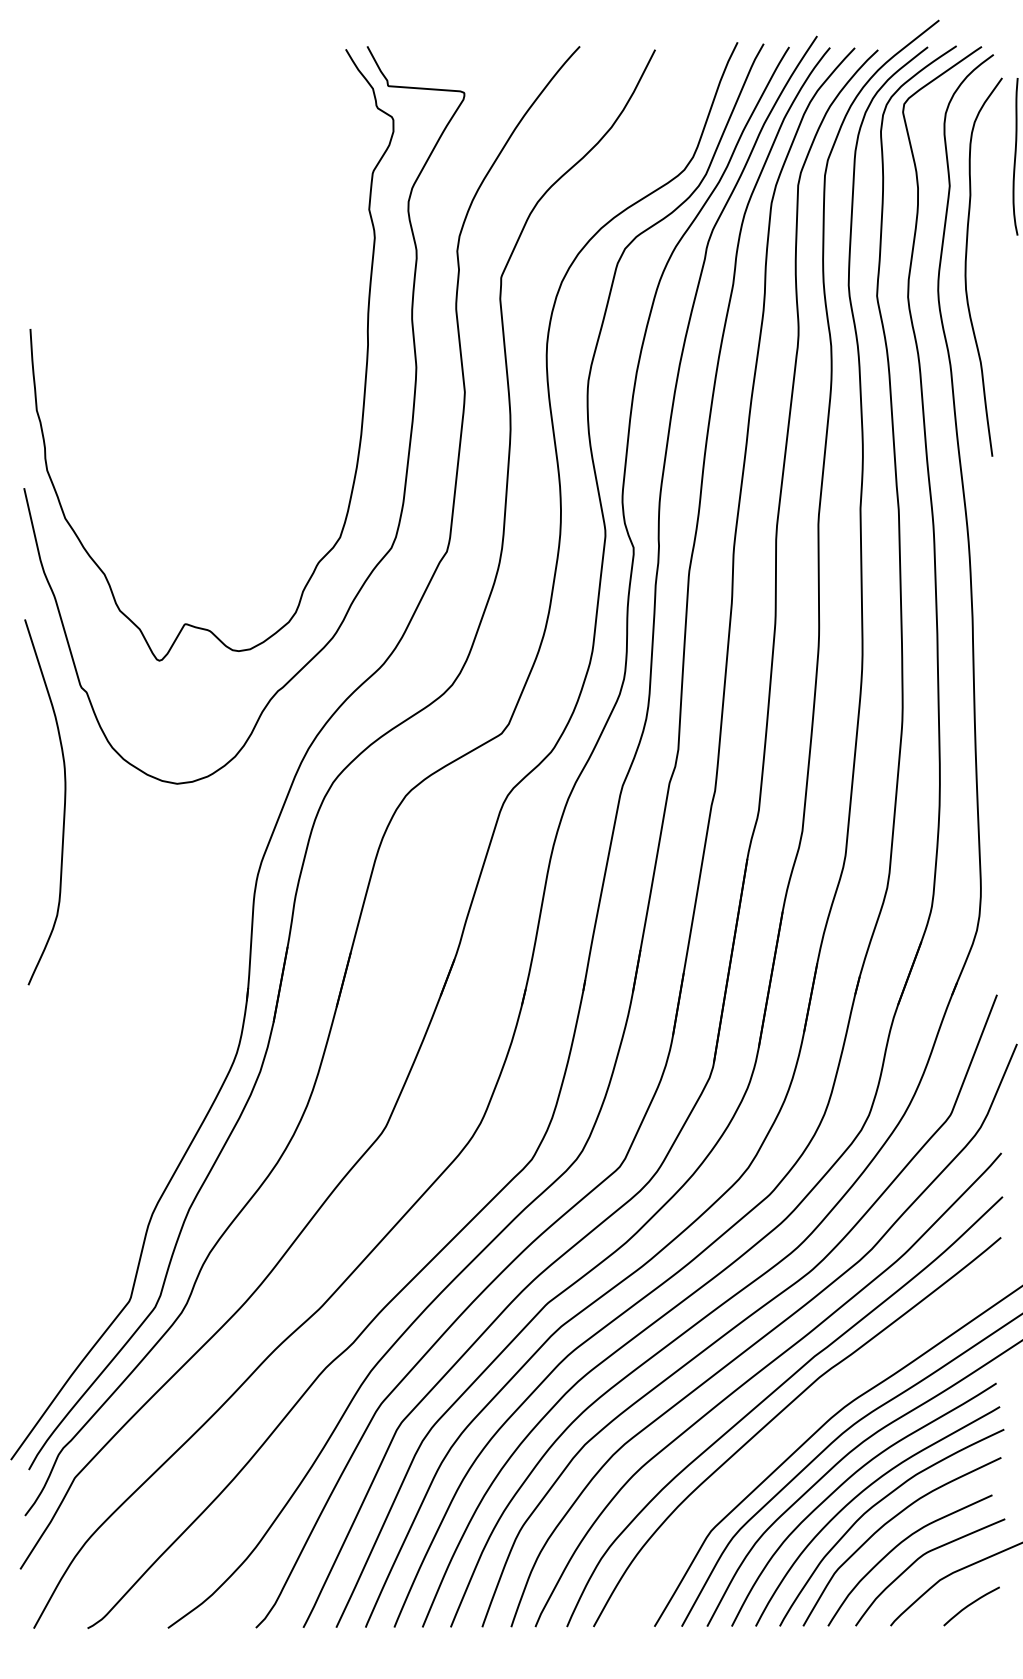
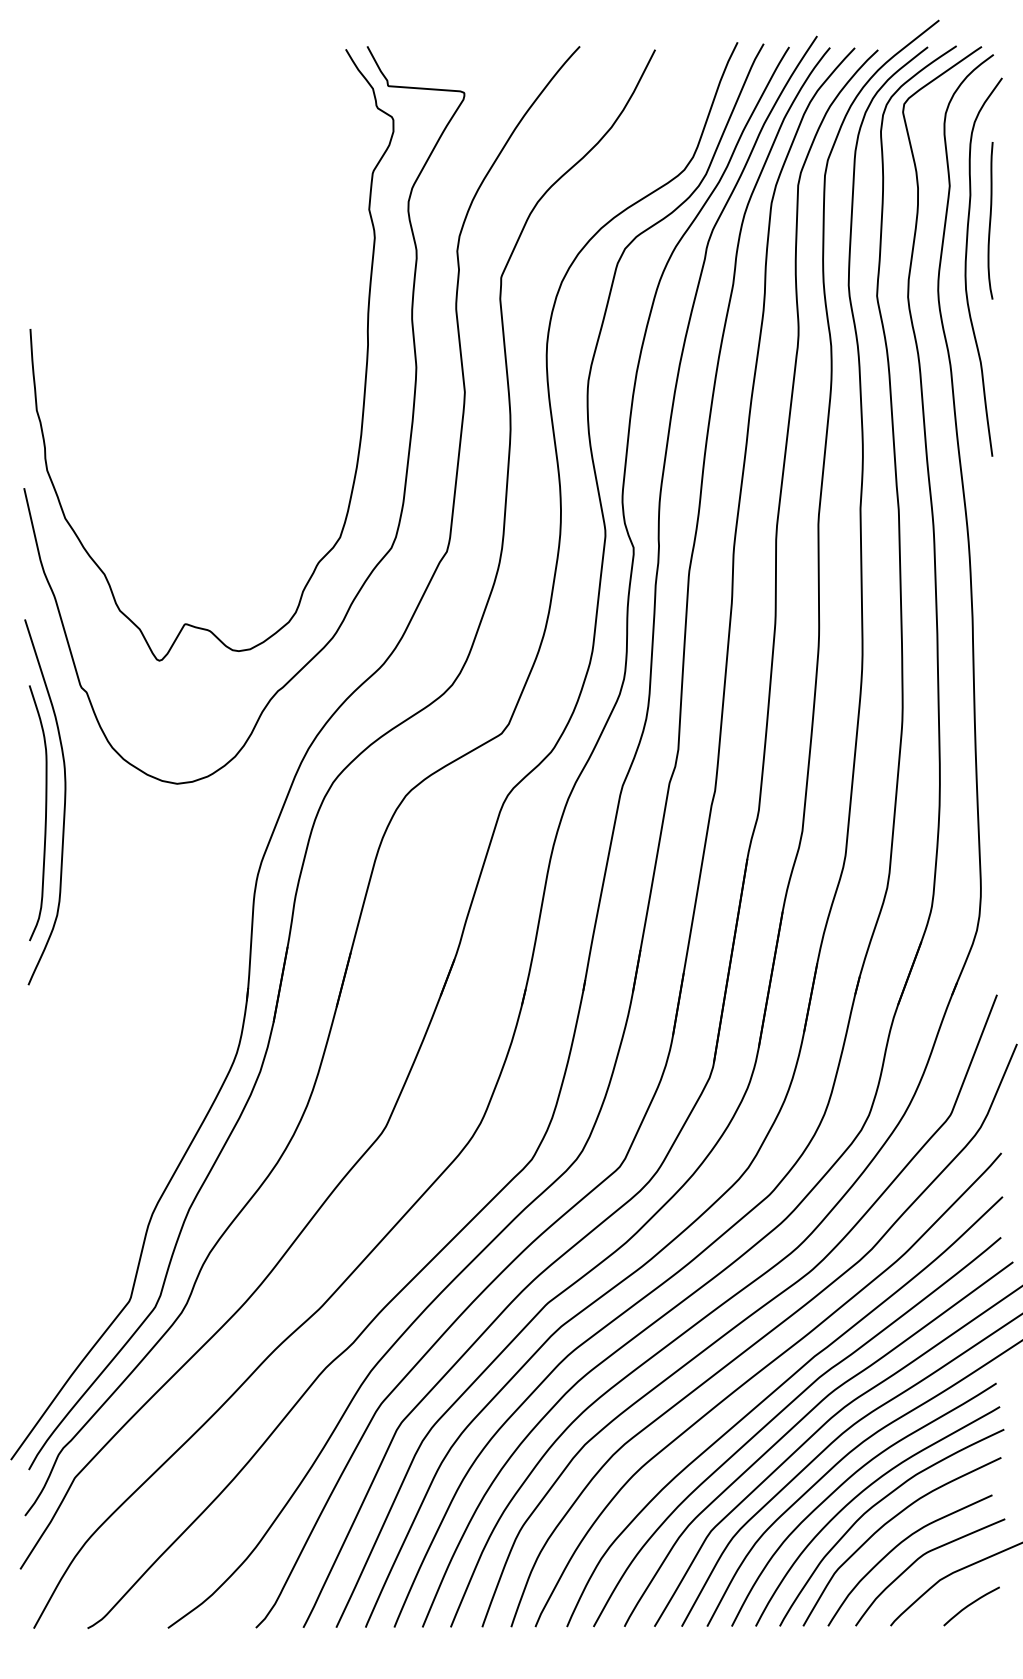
curve at (1015, 156) position: (1015, 156) -> (990, 220)
curve at (45, 813): none -> present
curve at (801, 1421): none -> present
